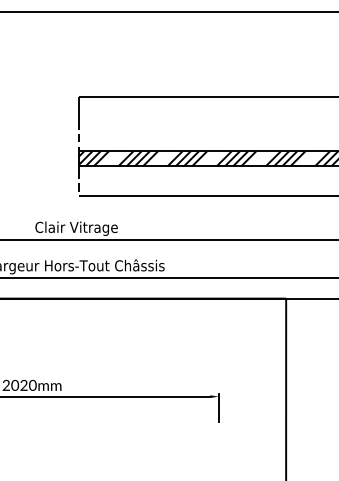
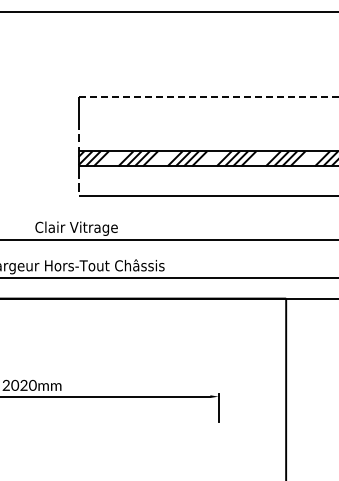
line at (208, 97): solid -> dashed
